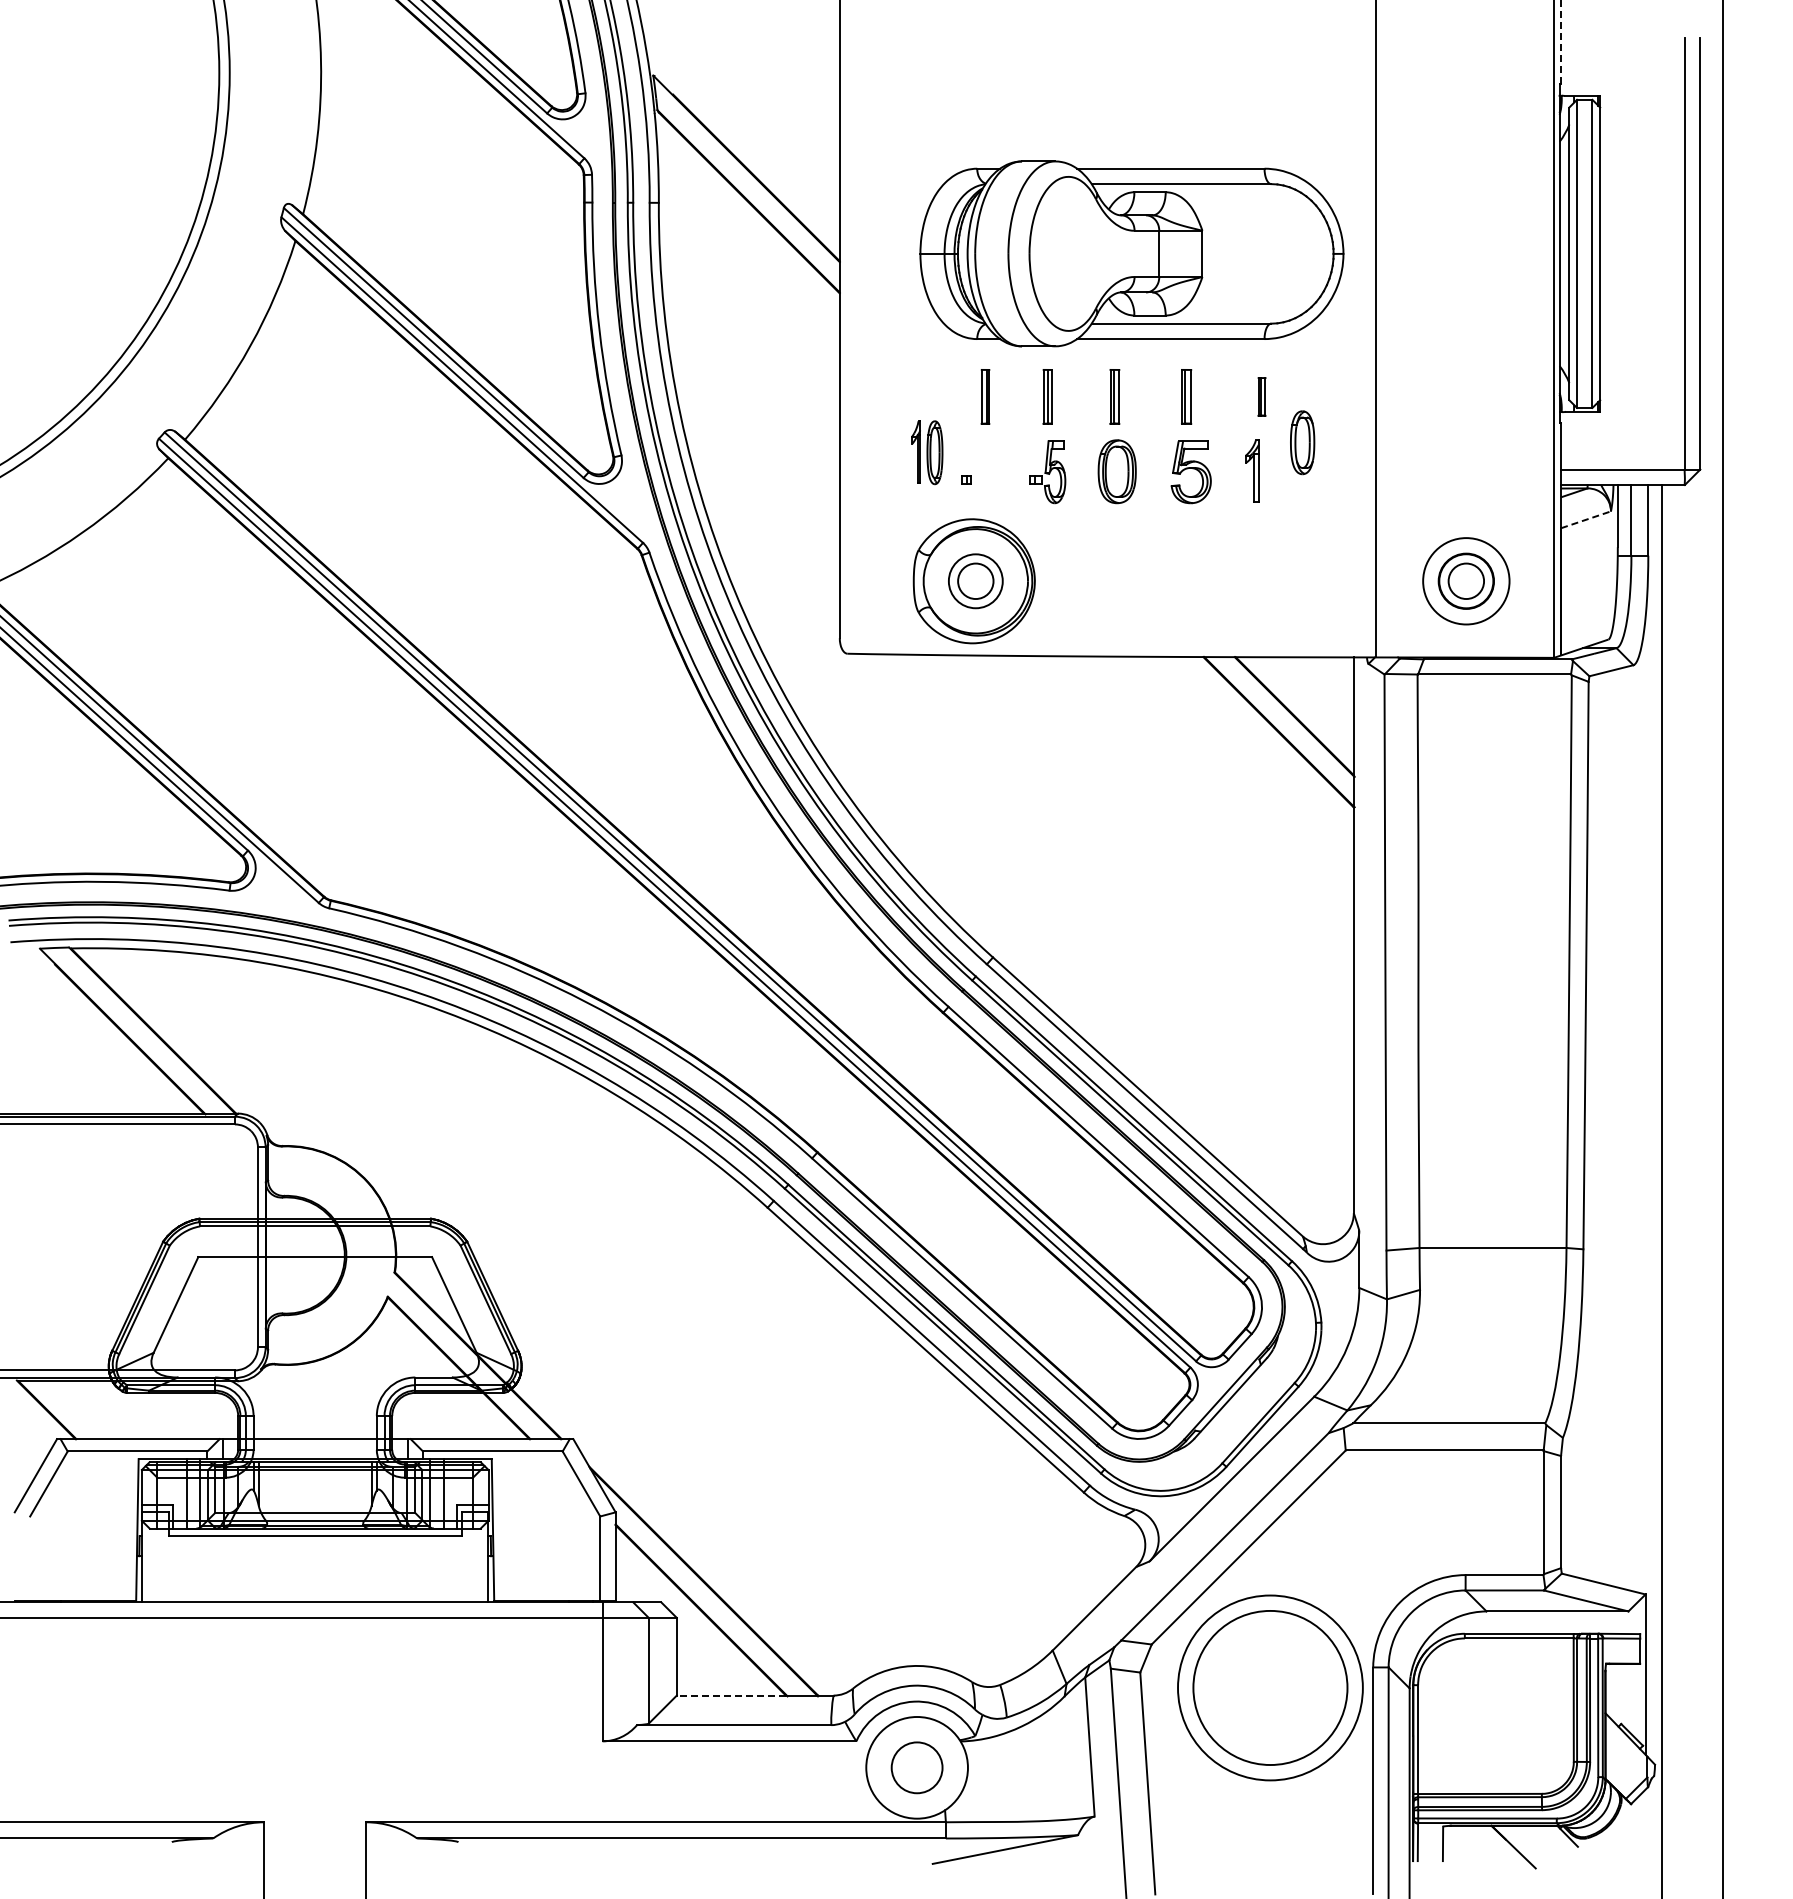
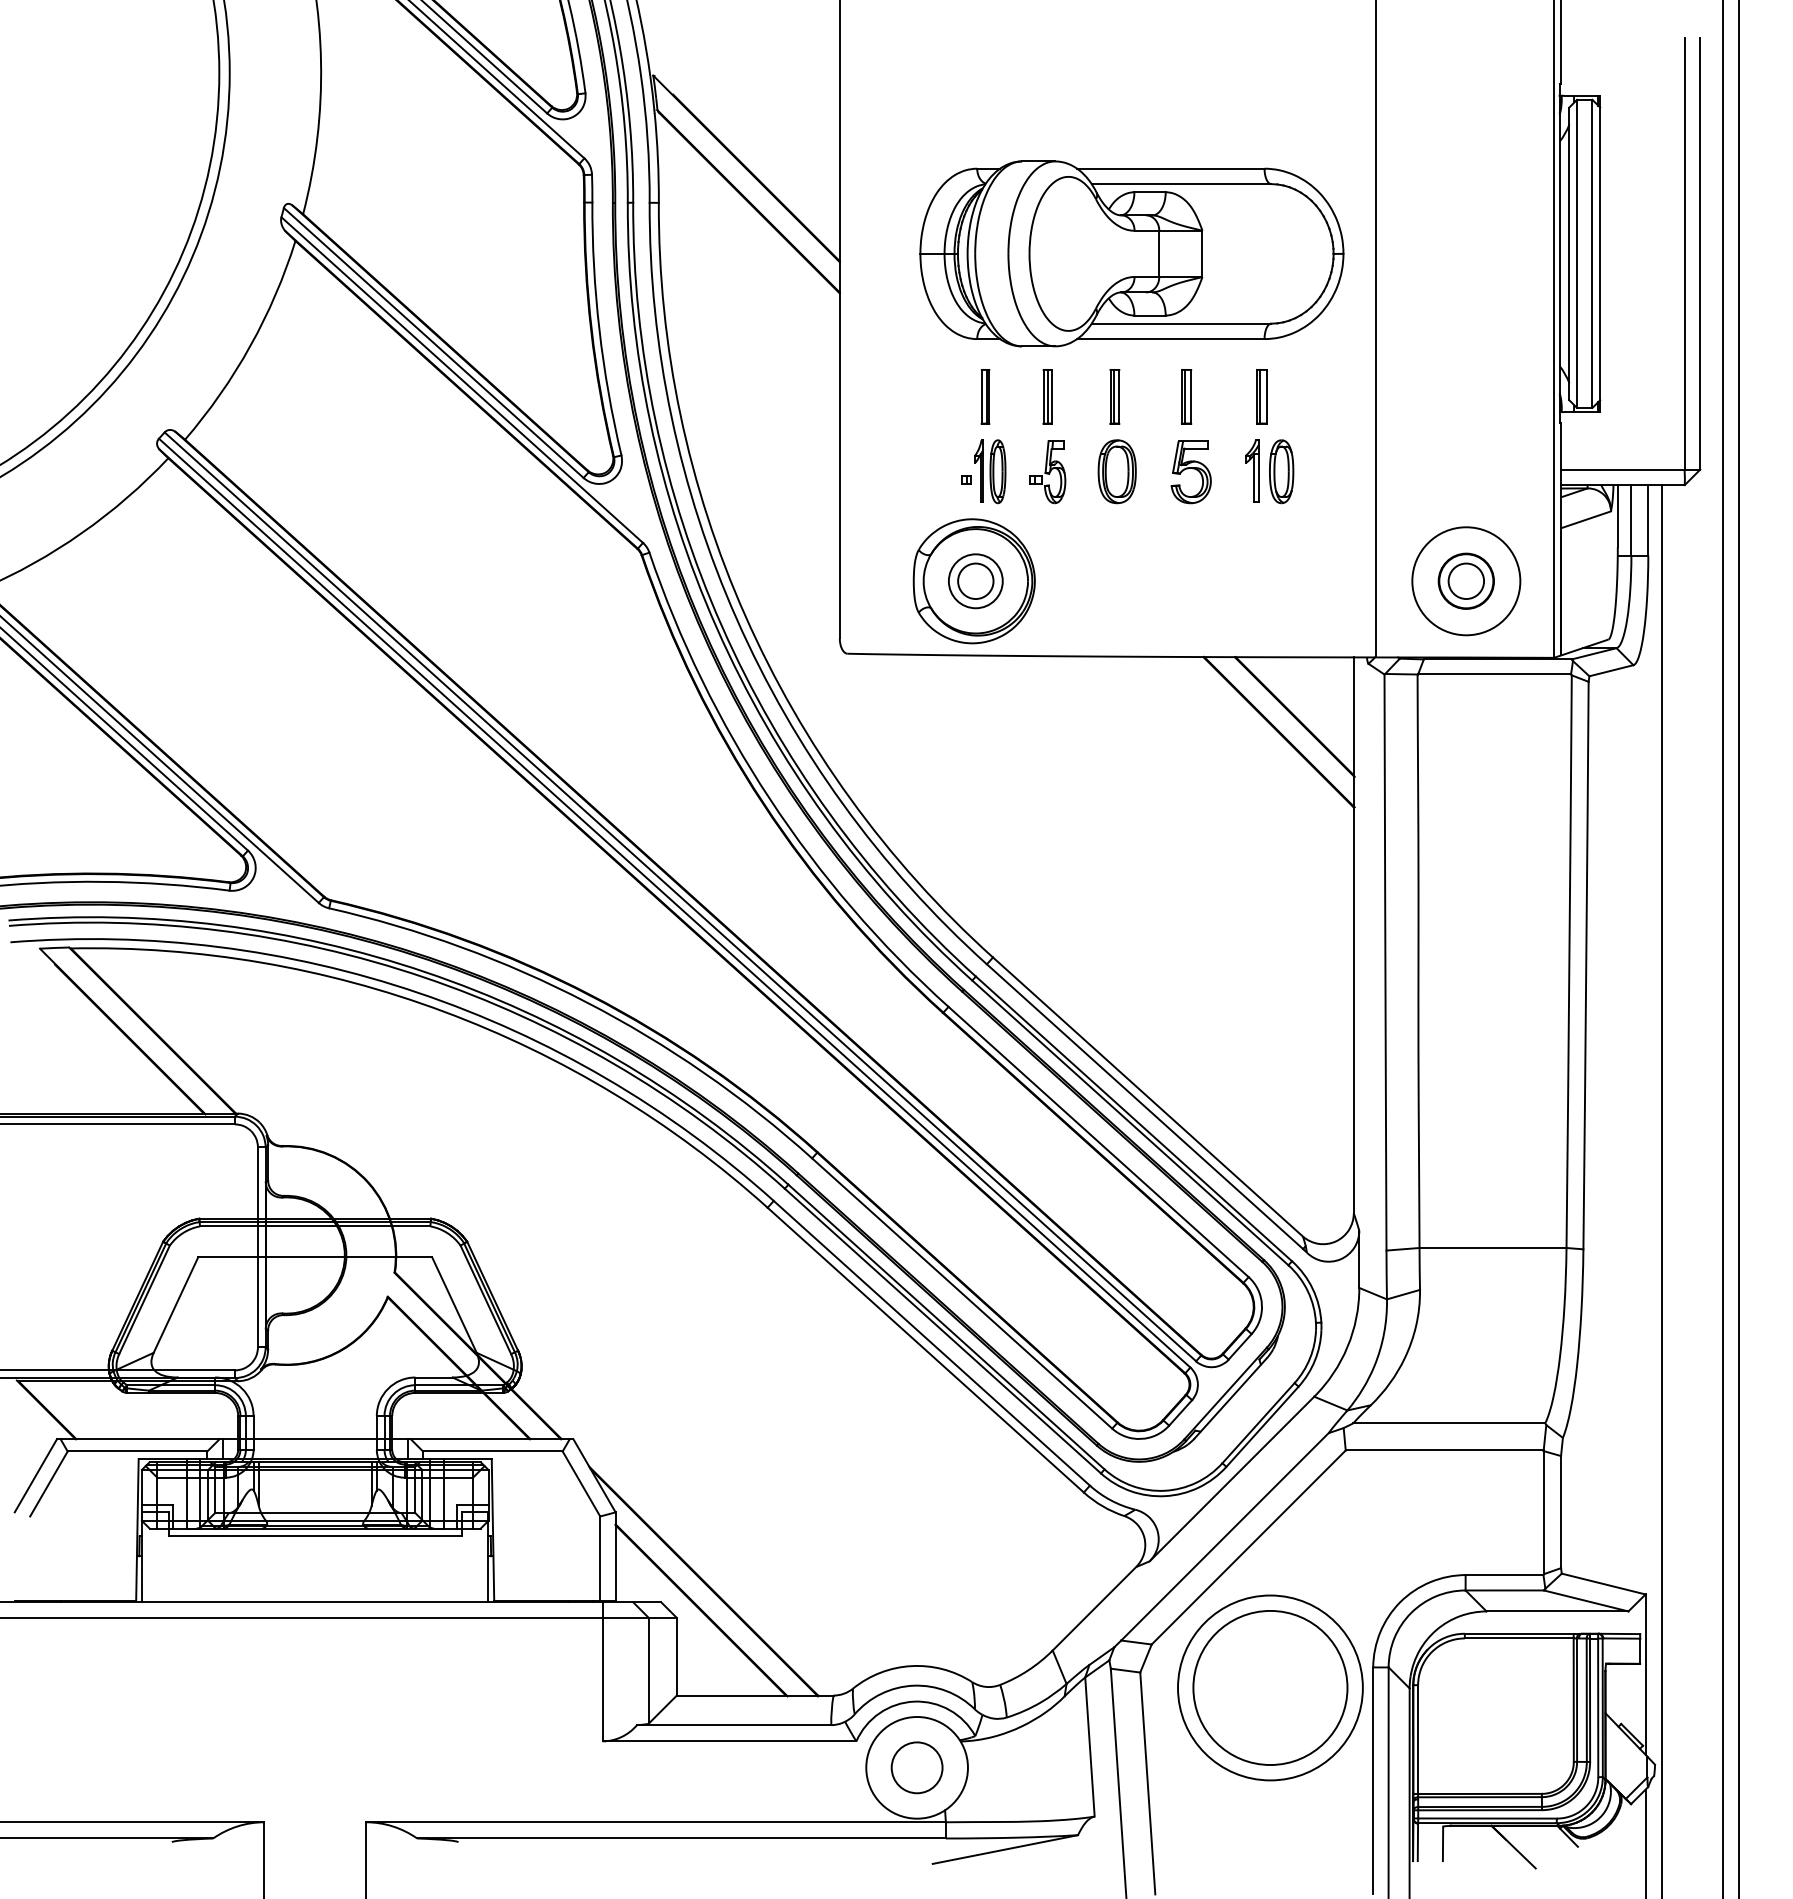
line at (1561, 42): dashed -> solid
part at (1261, 396) size: 10x40 px -> 12x56 px
part at (1302, 442) position: (1302, 442) -> (1281, 471)
part at (927, 452) position: (927, 452) -> (990, 471)
line at (1586, 519): dashed -> solid
circle at (1466, 581) diameter: 86 px -> 108 px
line at (1739, 948): none -> present
line at (731, 1695): dashed -> solid
line at (1645, 1842): none -> present
